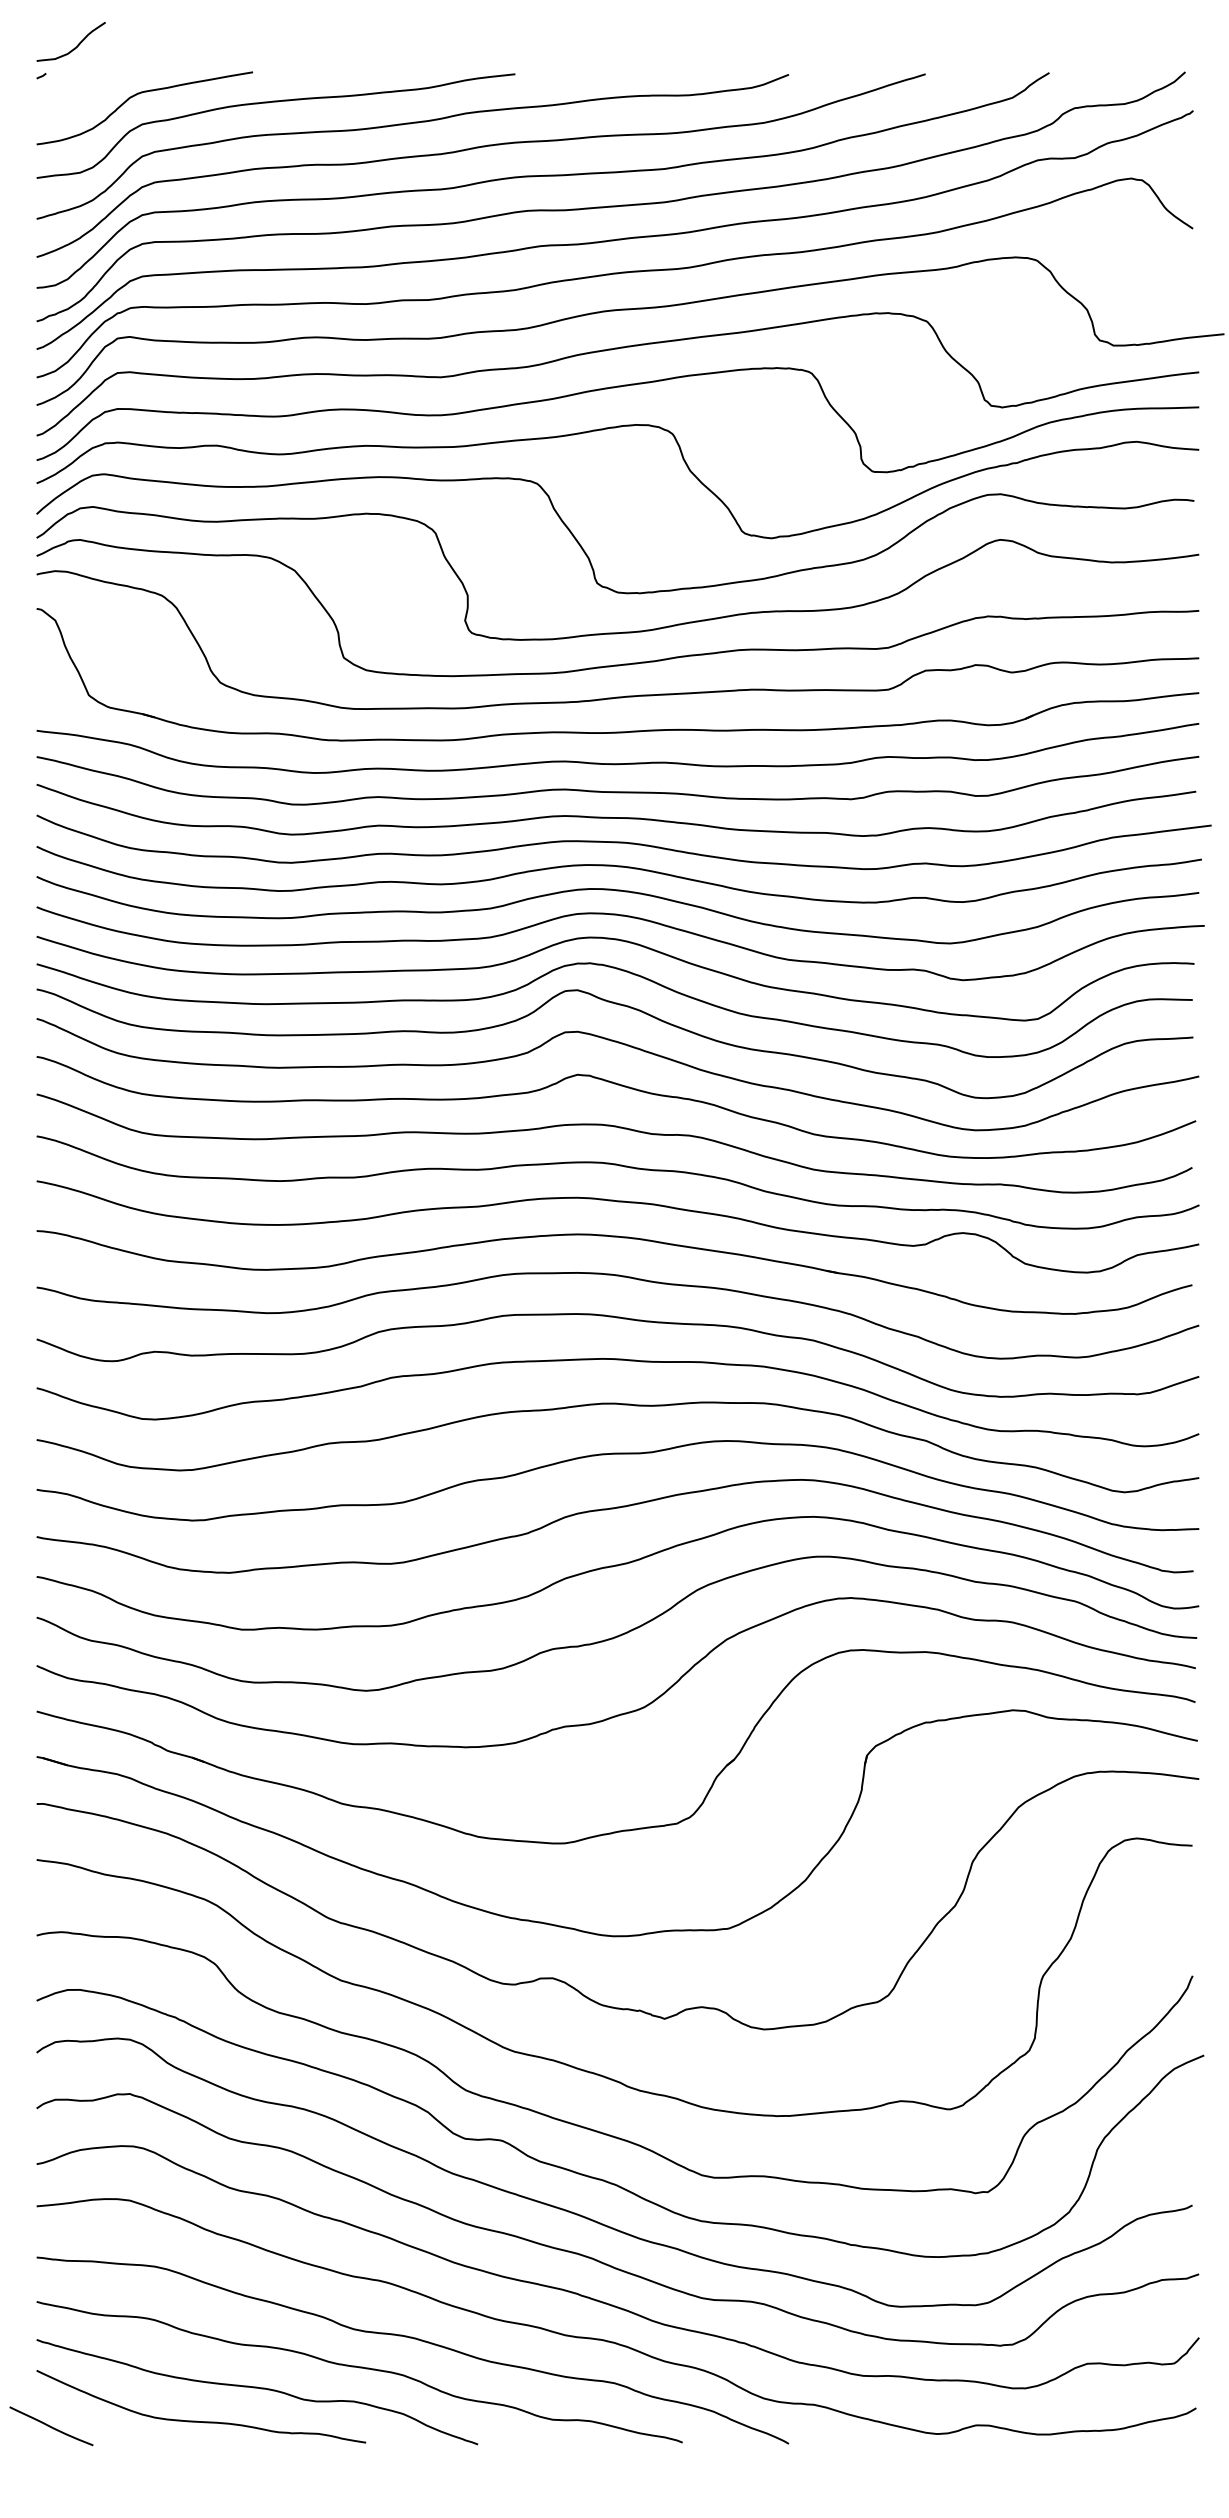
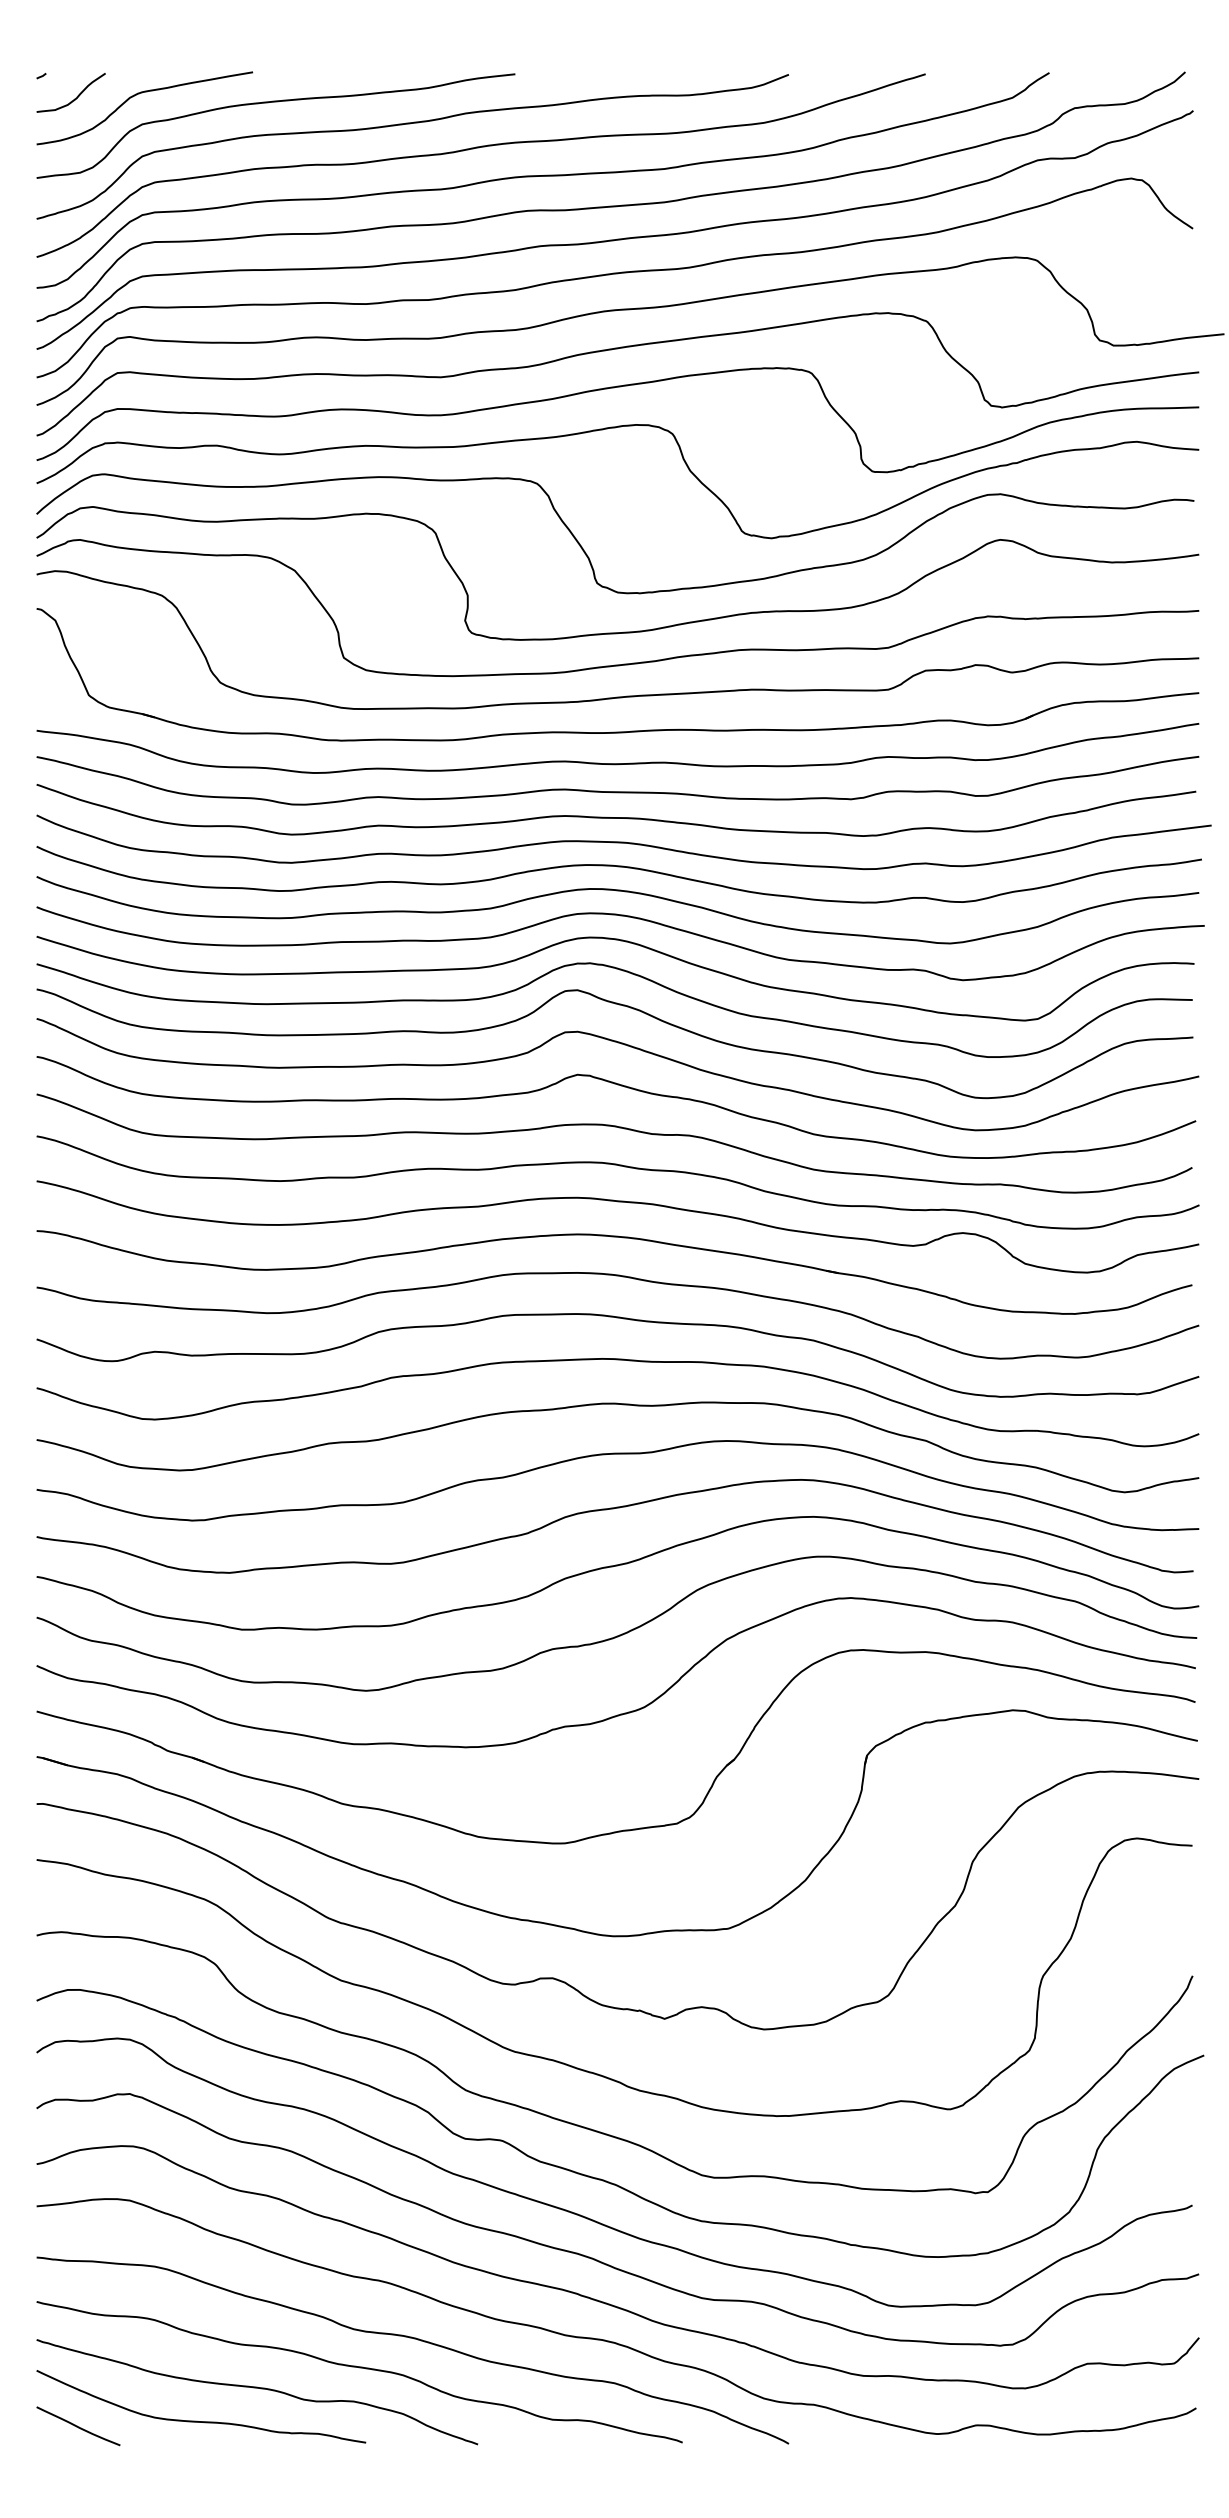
curve at (76, 45) position: (76, 45) -> (76, 96)
curve at (51, 2426) position: (51, 2426) -> (78, 2426)
